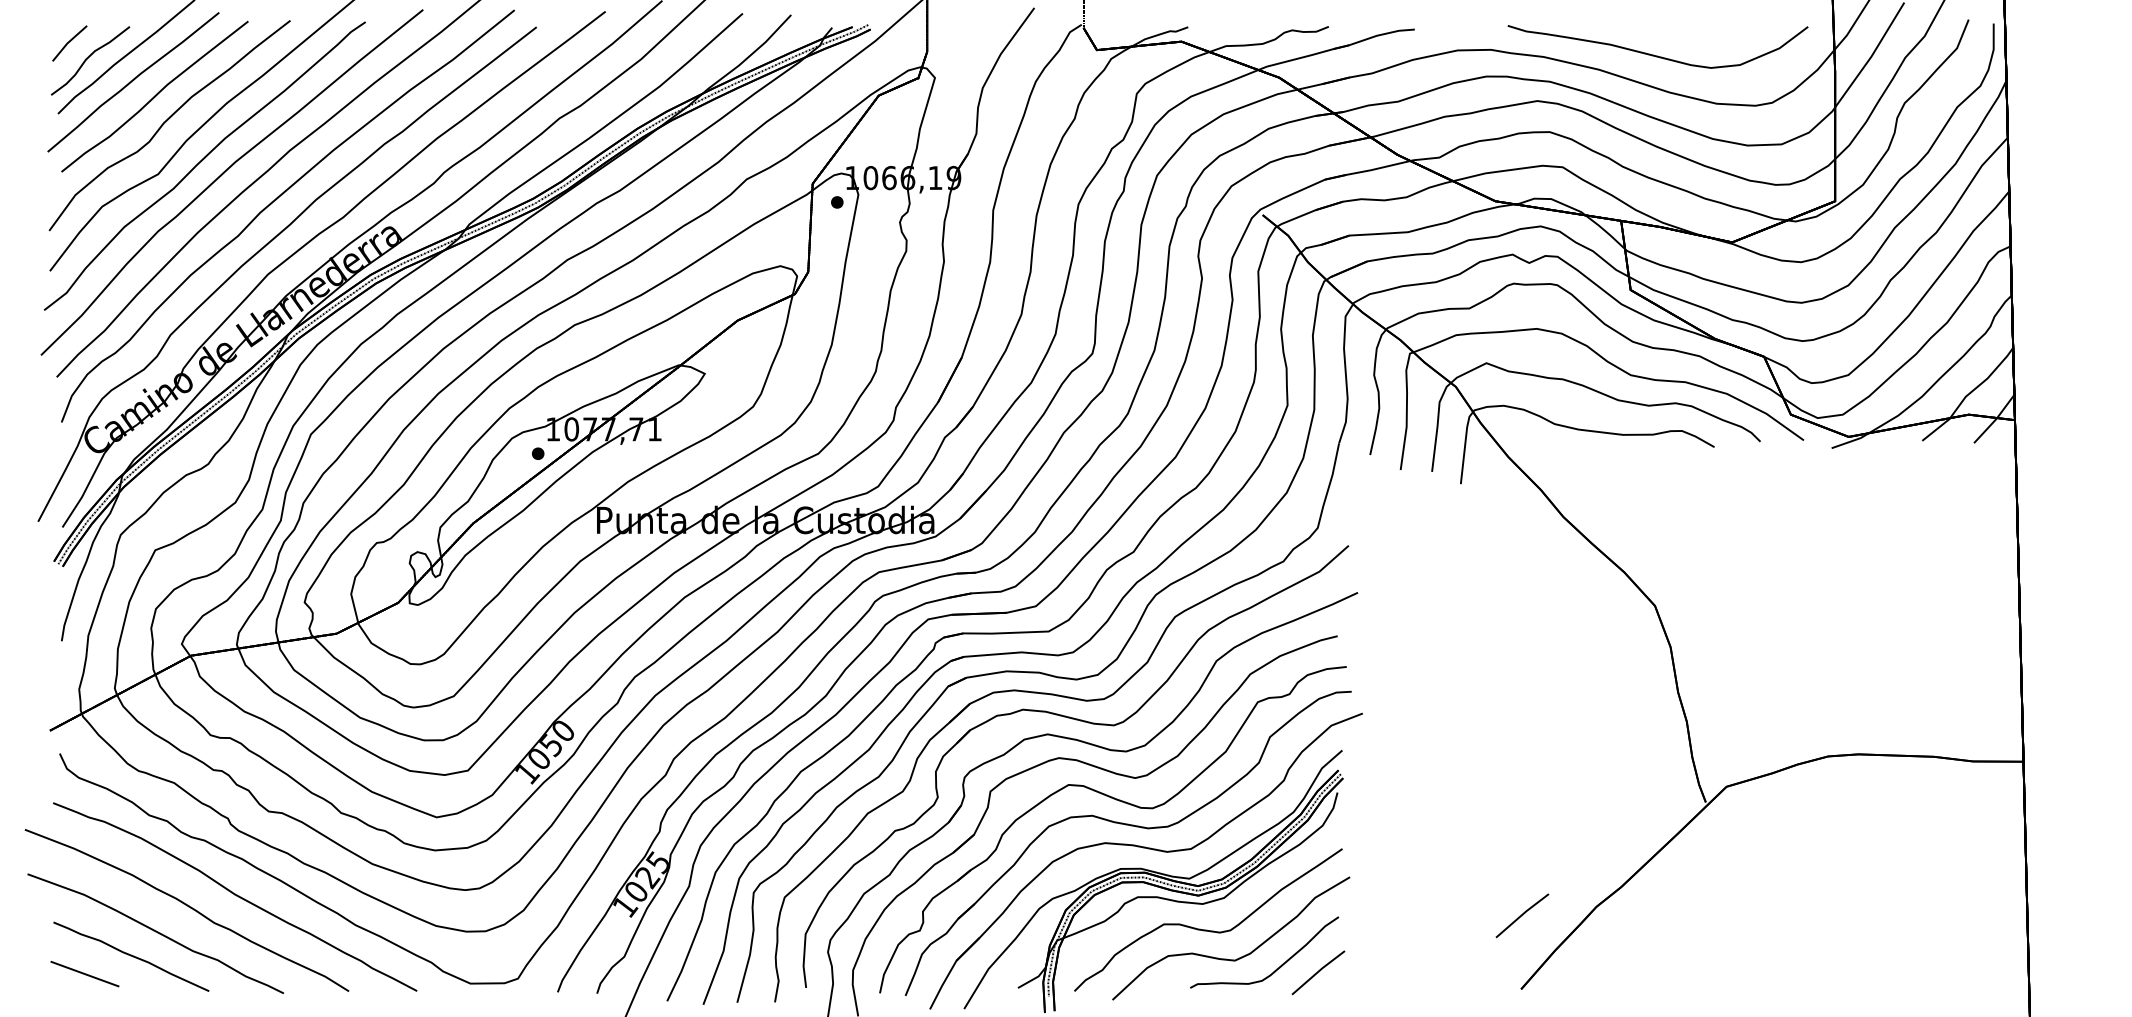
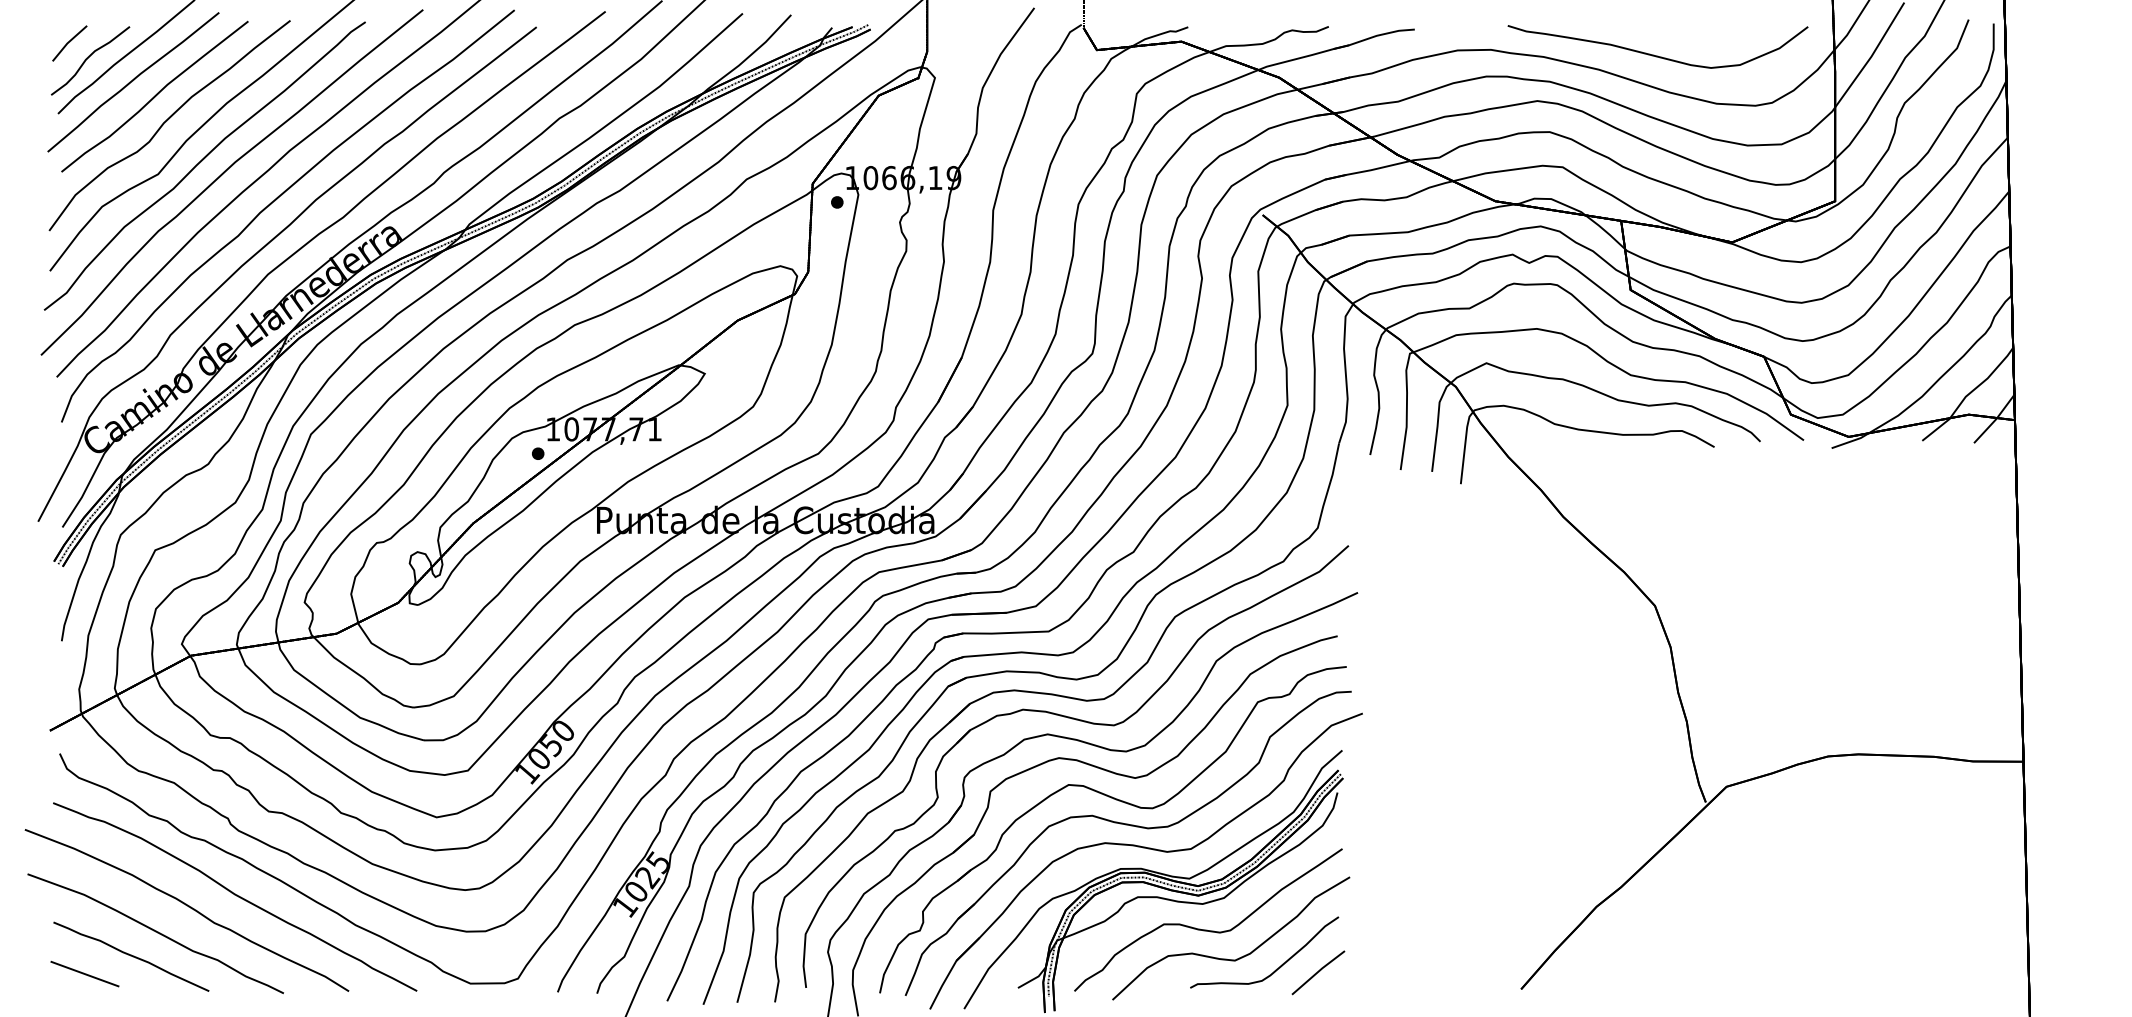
line at (1522, 915): present -> none
